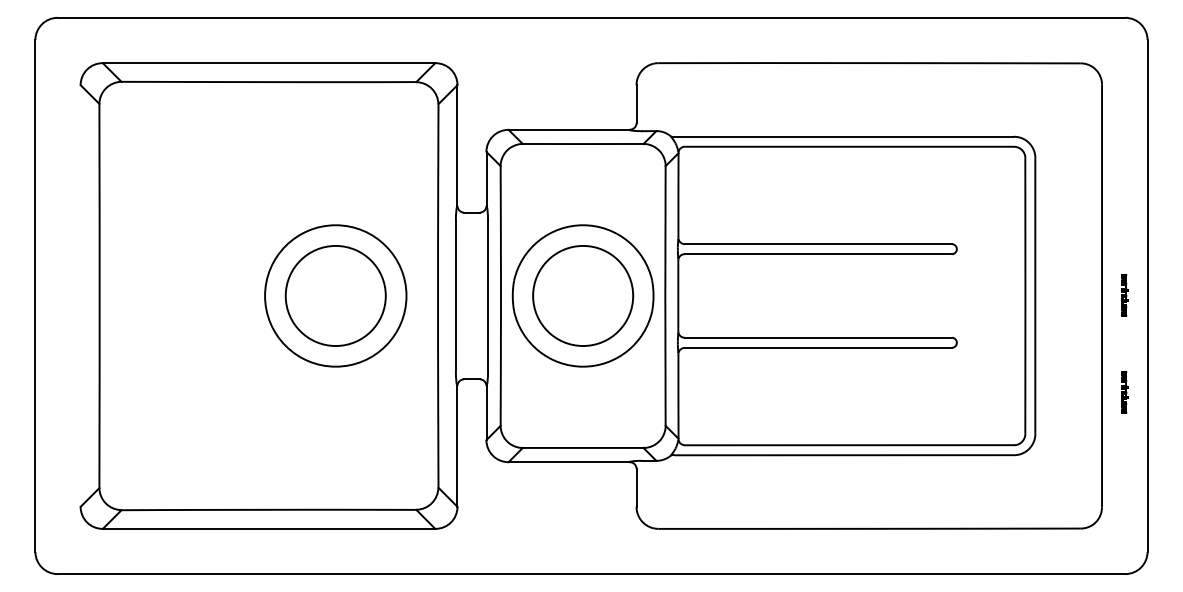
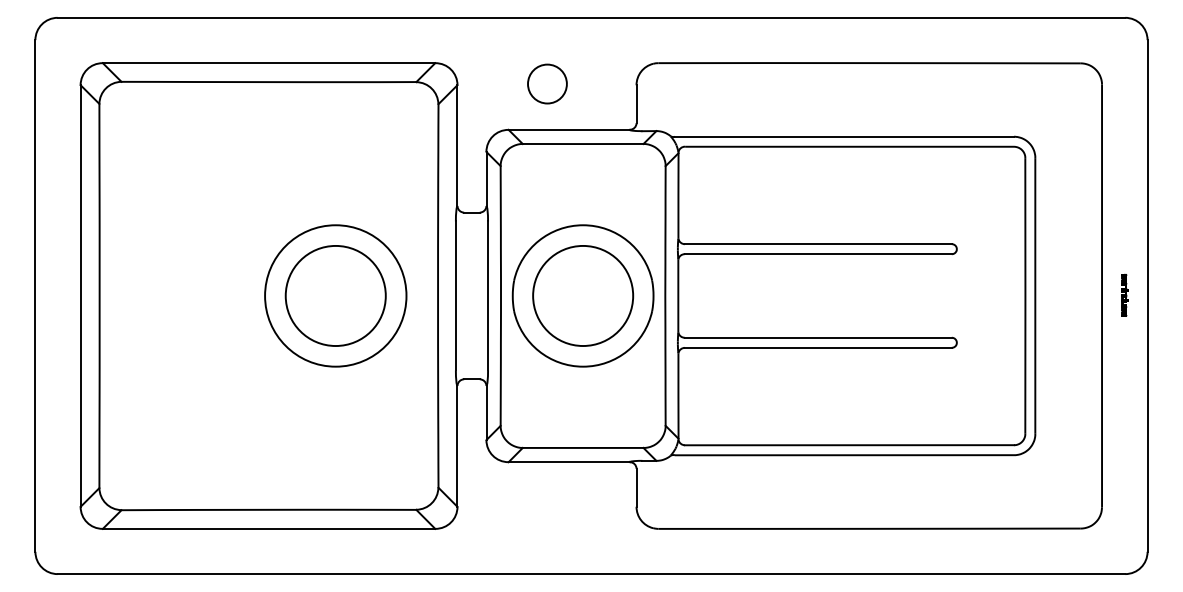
circle at (547, 83): none -> present
line at (80, 295): none -> present
part at (1124, 391): present -> none
